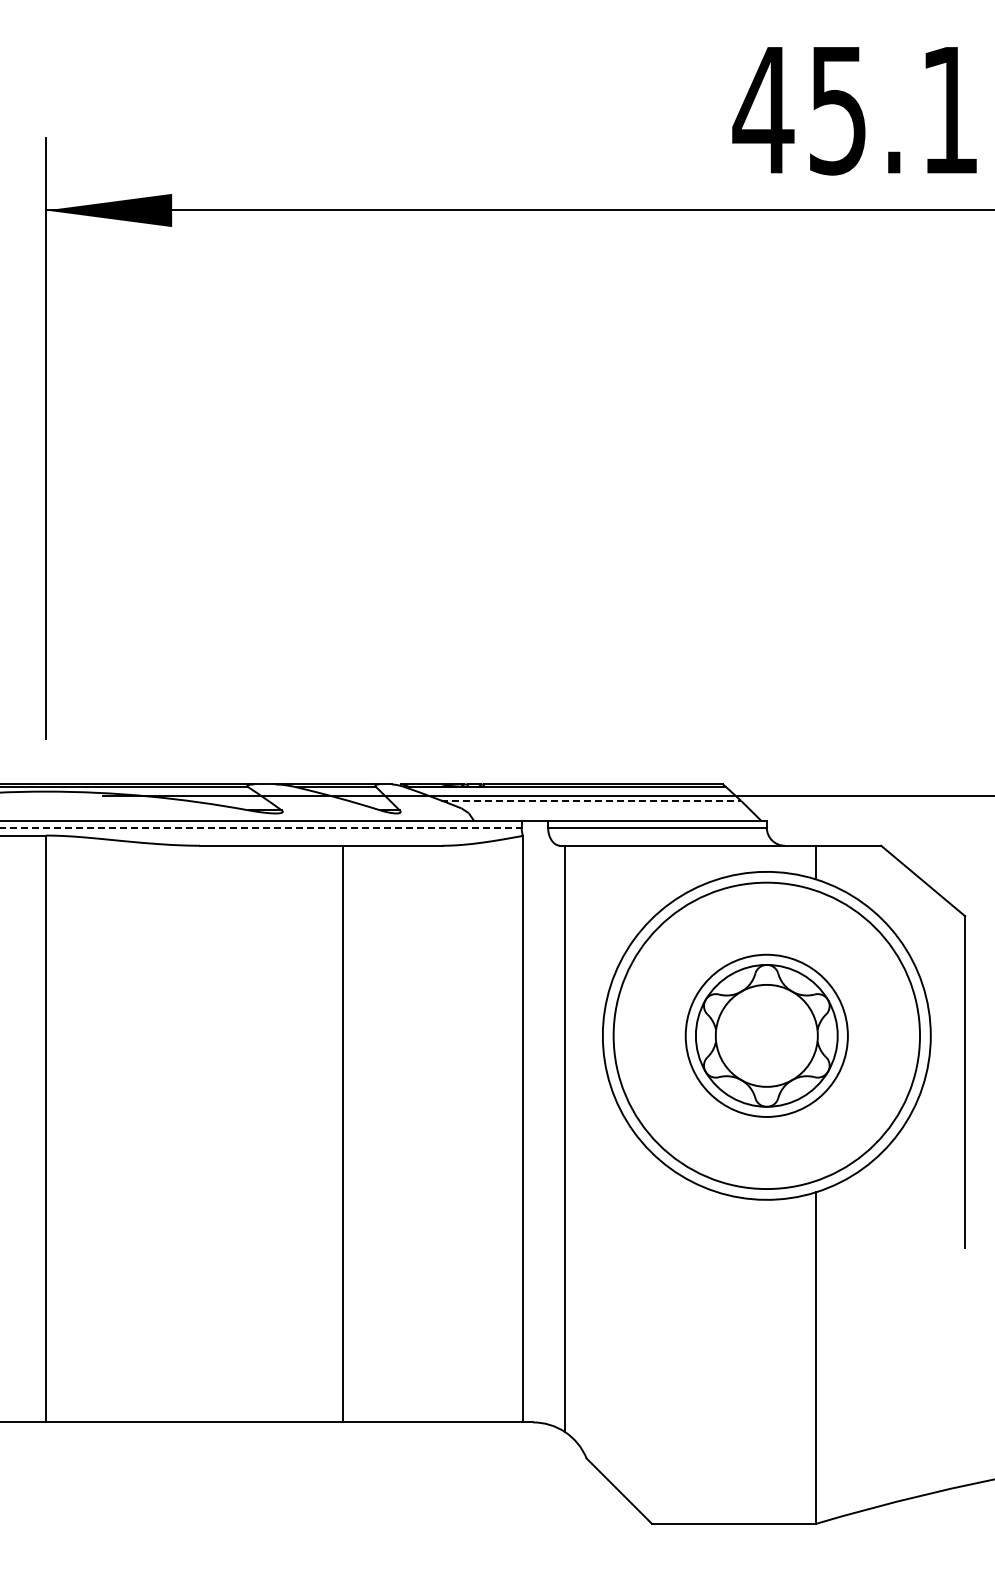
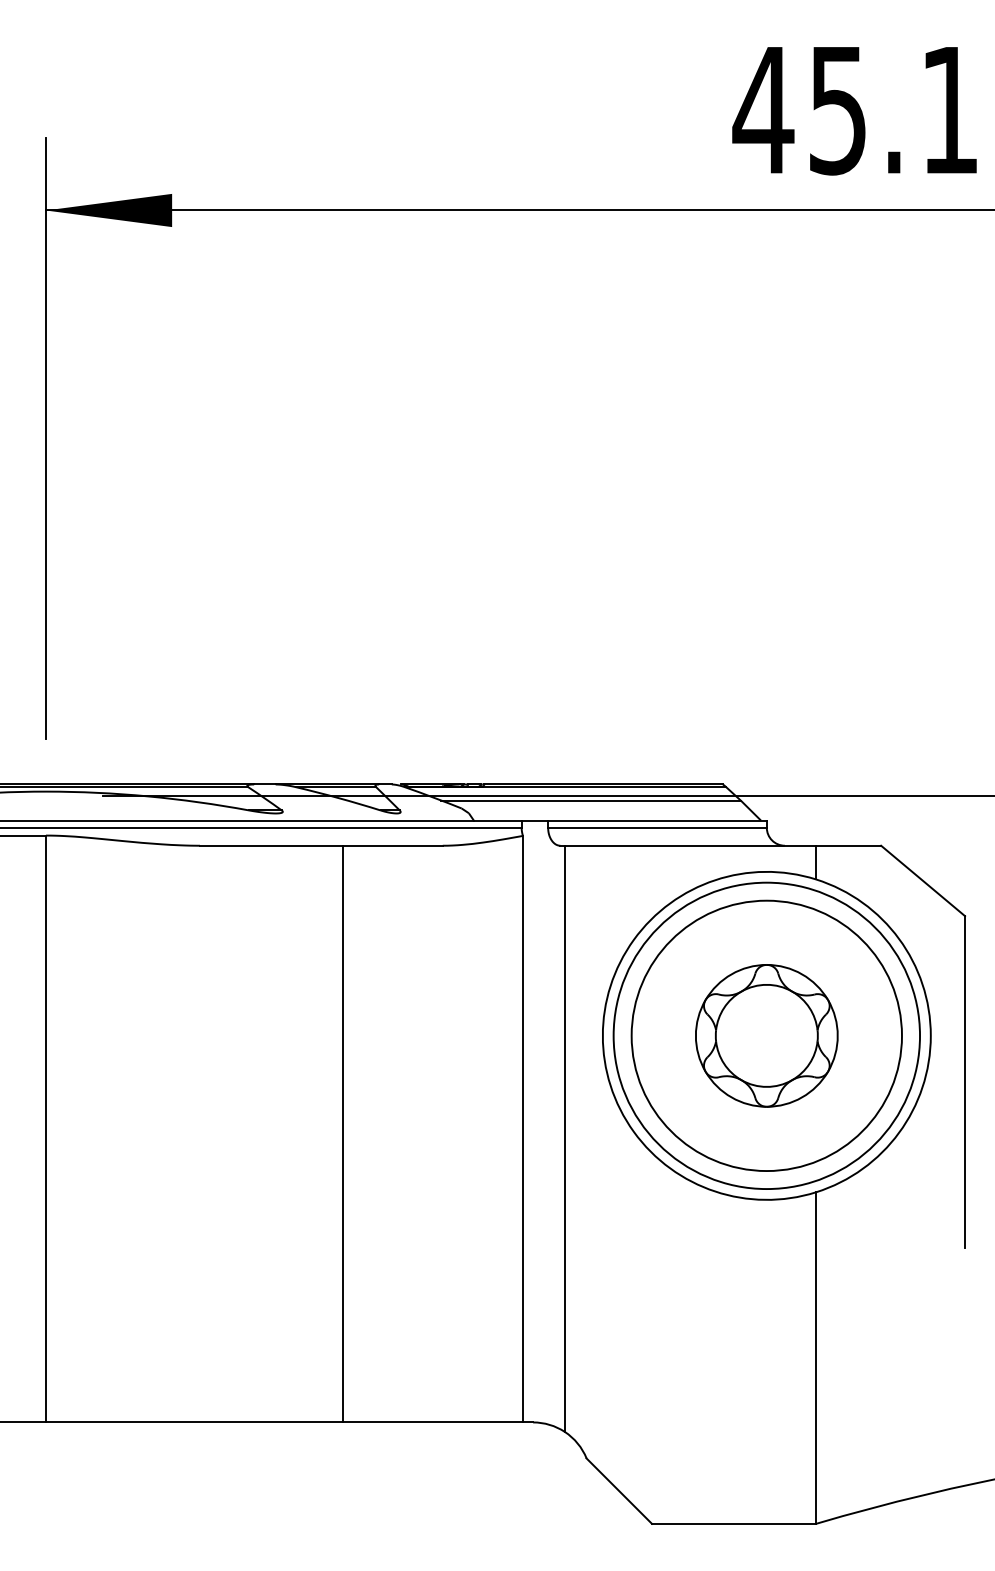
line at (591, 800): dashed -> solid
line at (261, 827): dashed -> solid
circle at (766, 1035) diameter: 162 px -> 270 px
